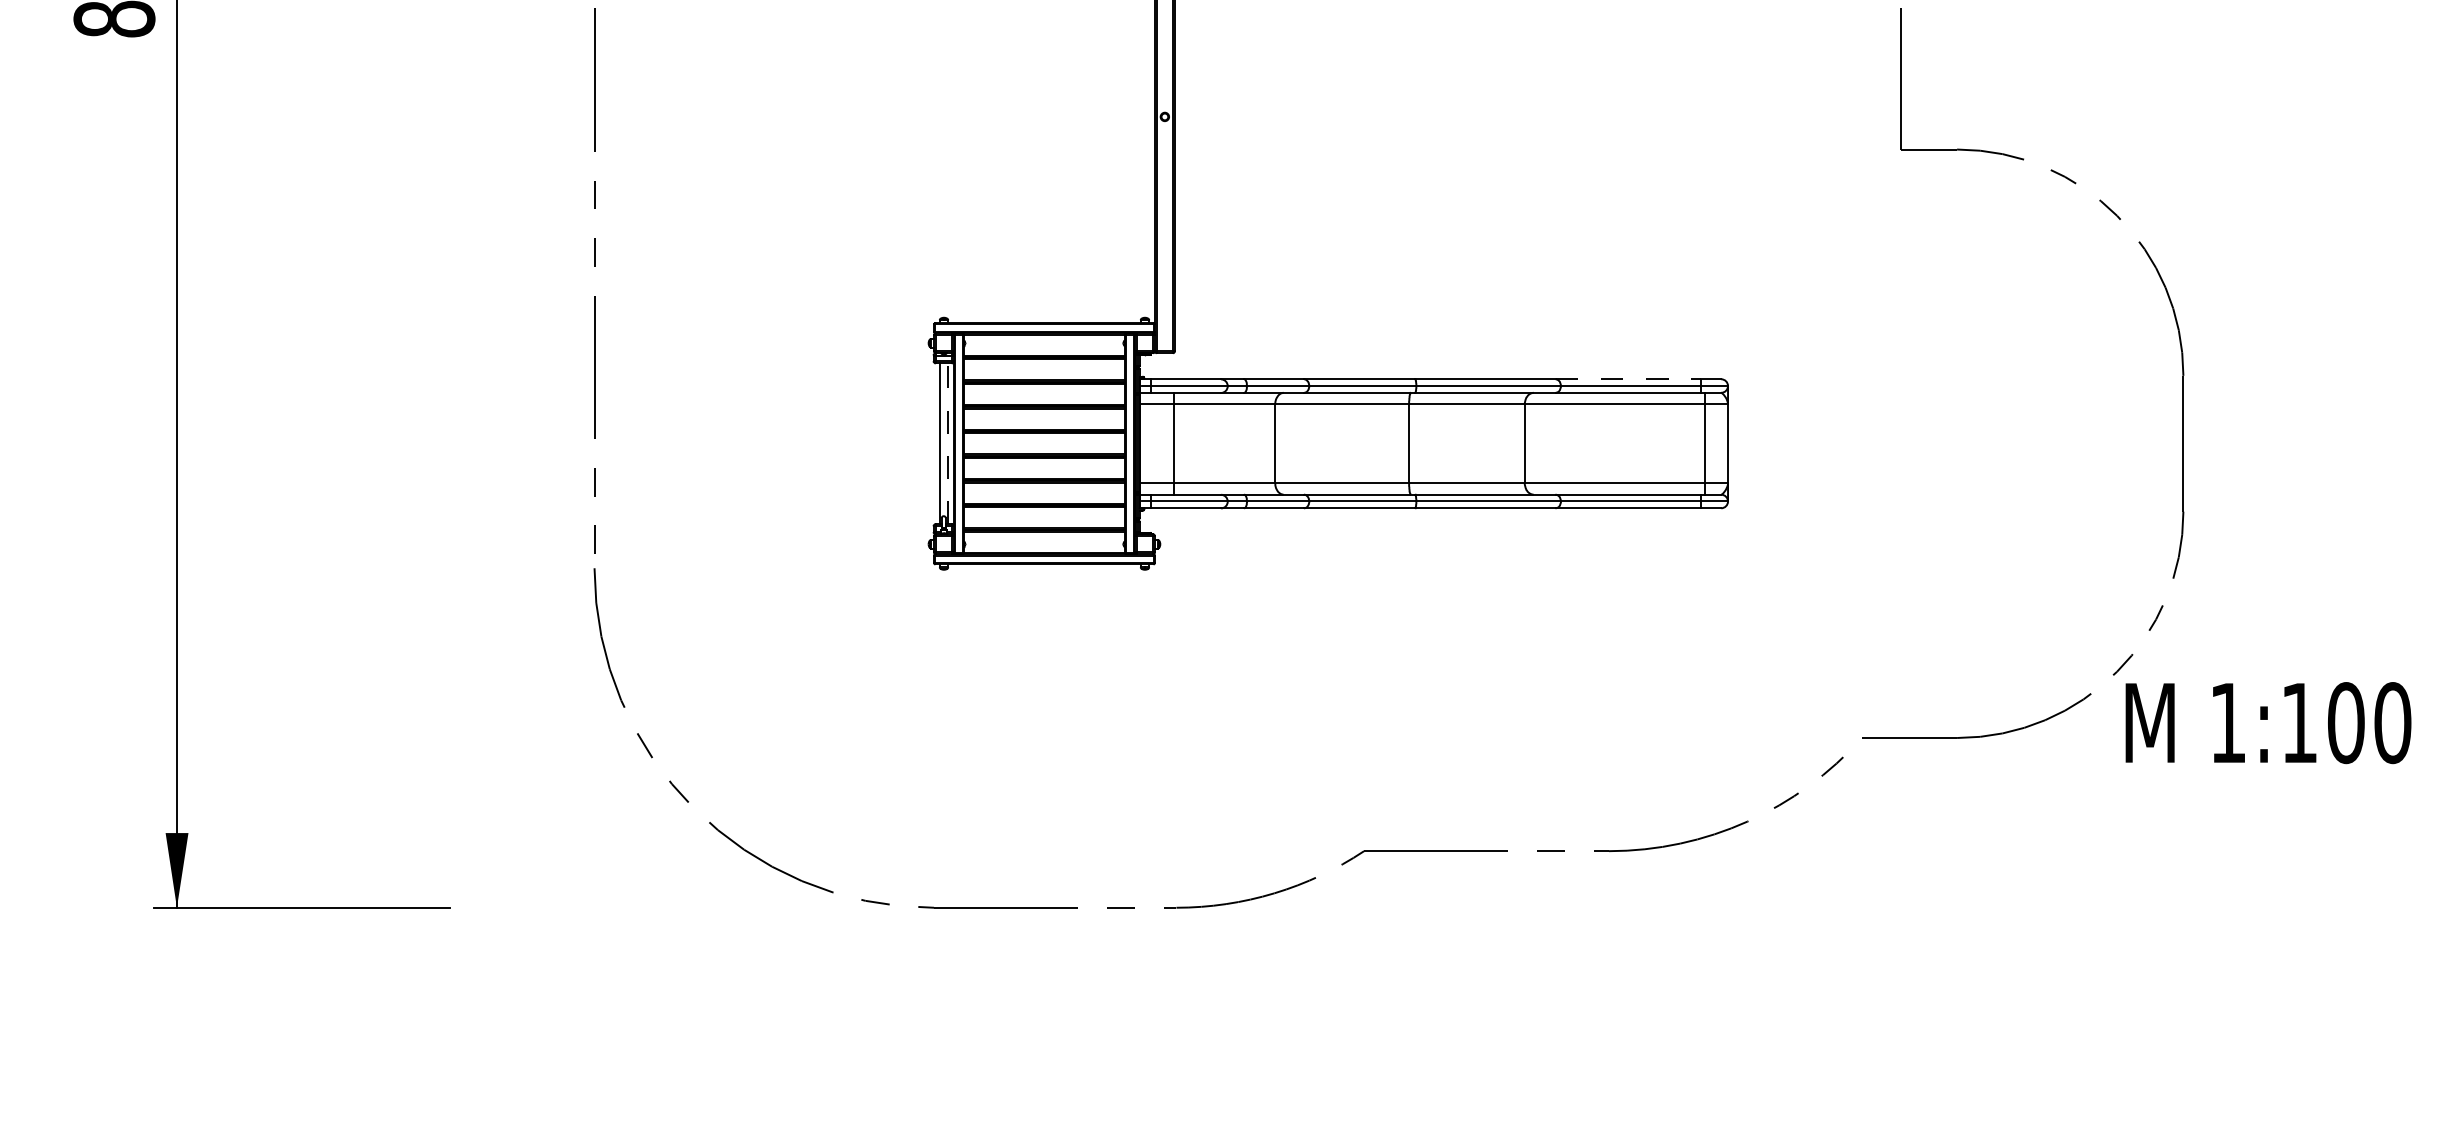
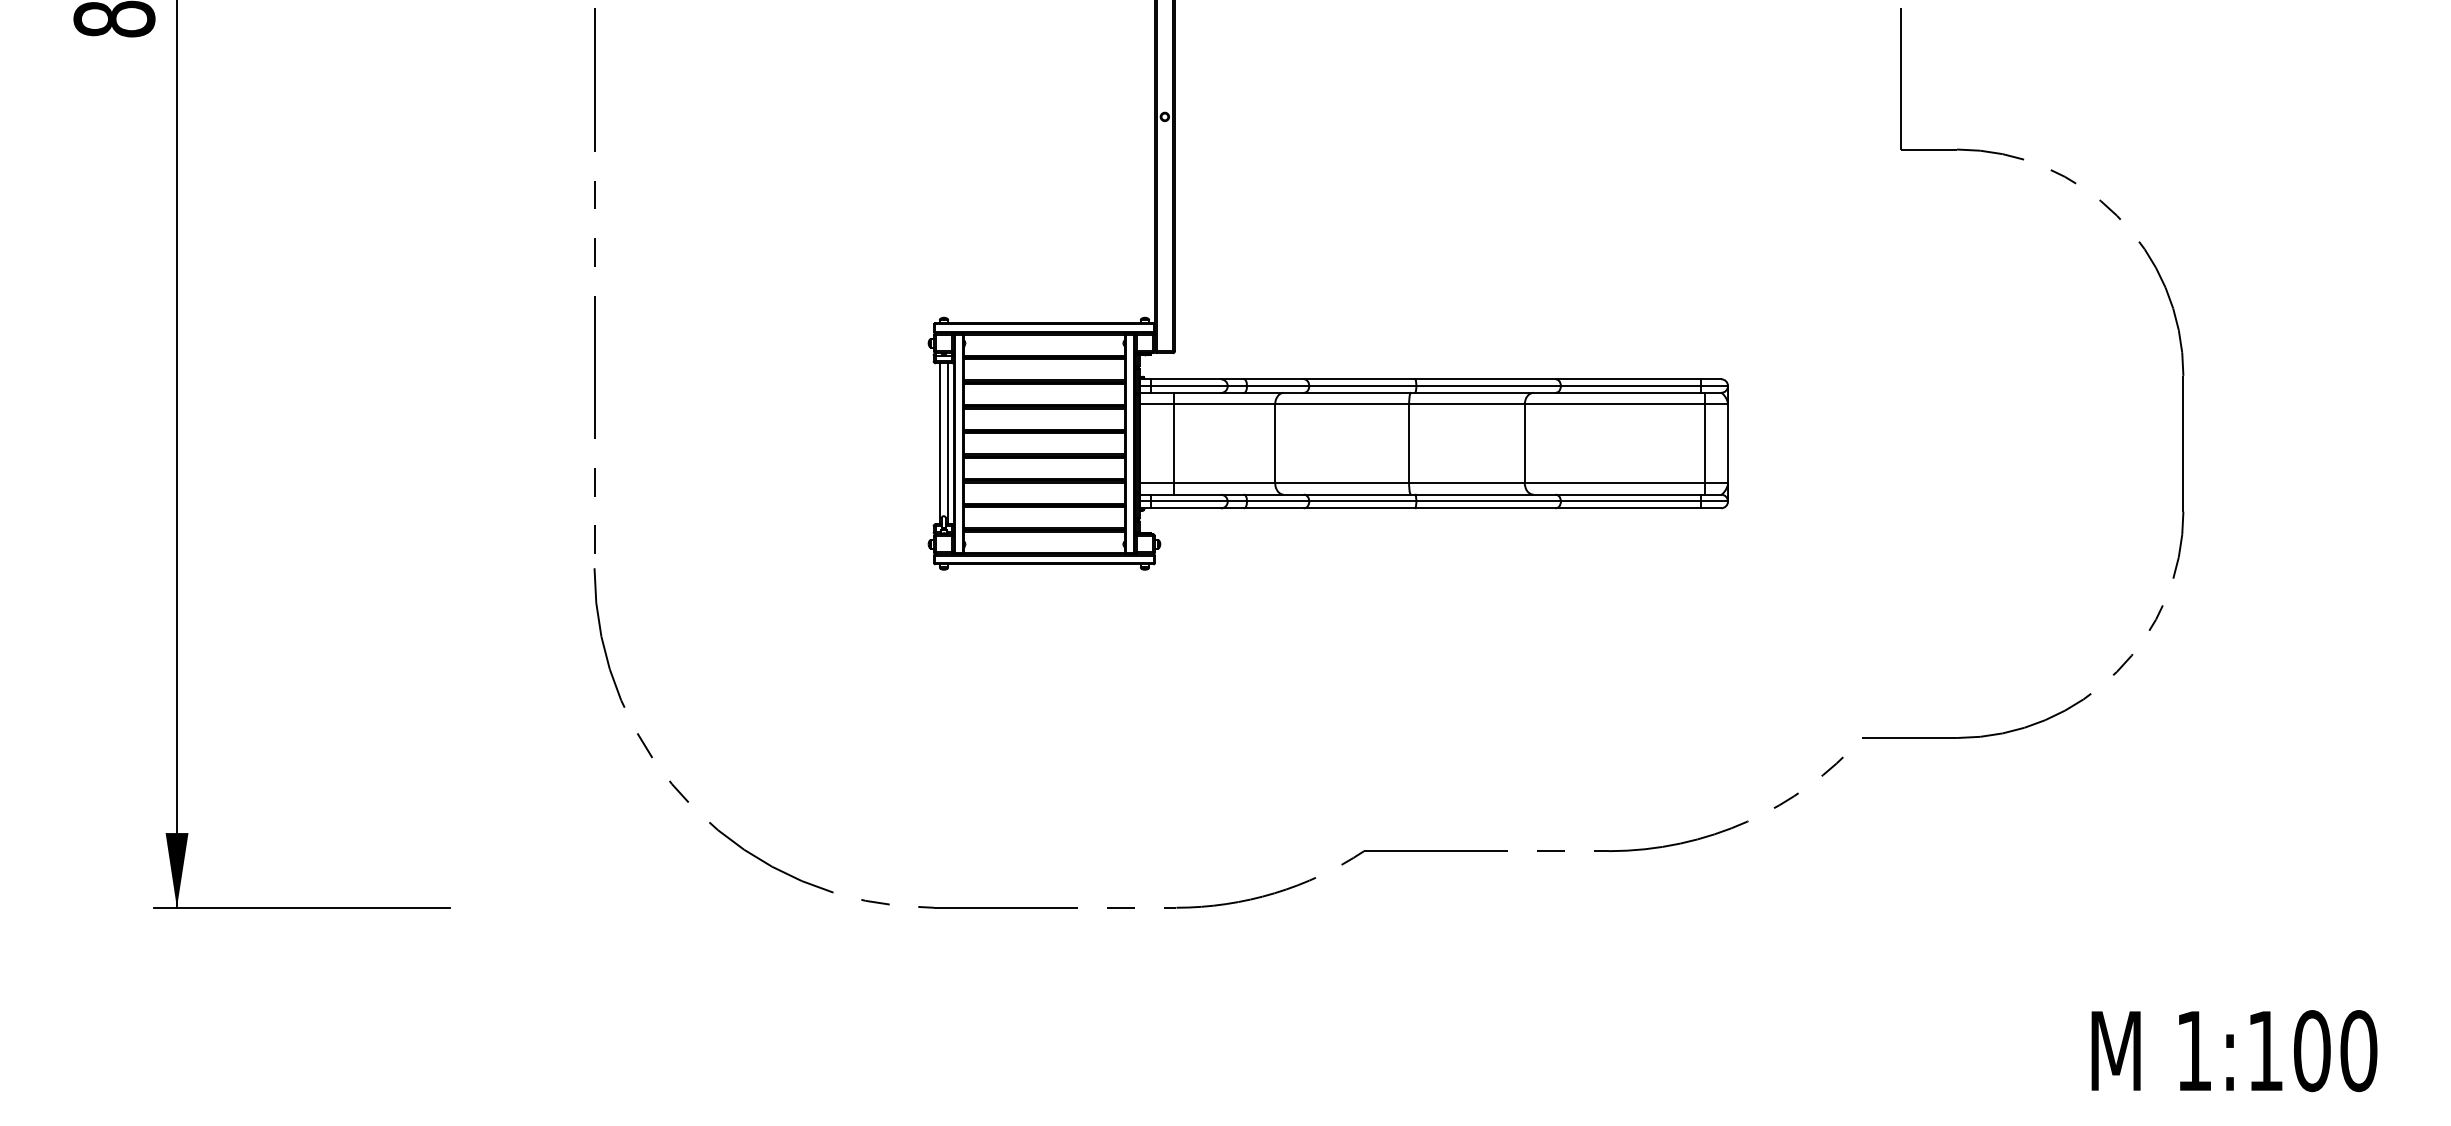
line at (1628, 379): dashed -> solid
line at (947, 443): dashed -> solid
text at (2268, 723) position: (2268, 723) -> (2234, 1051)
